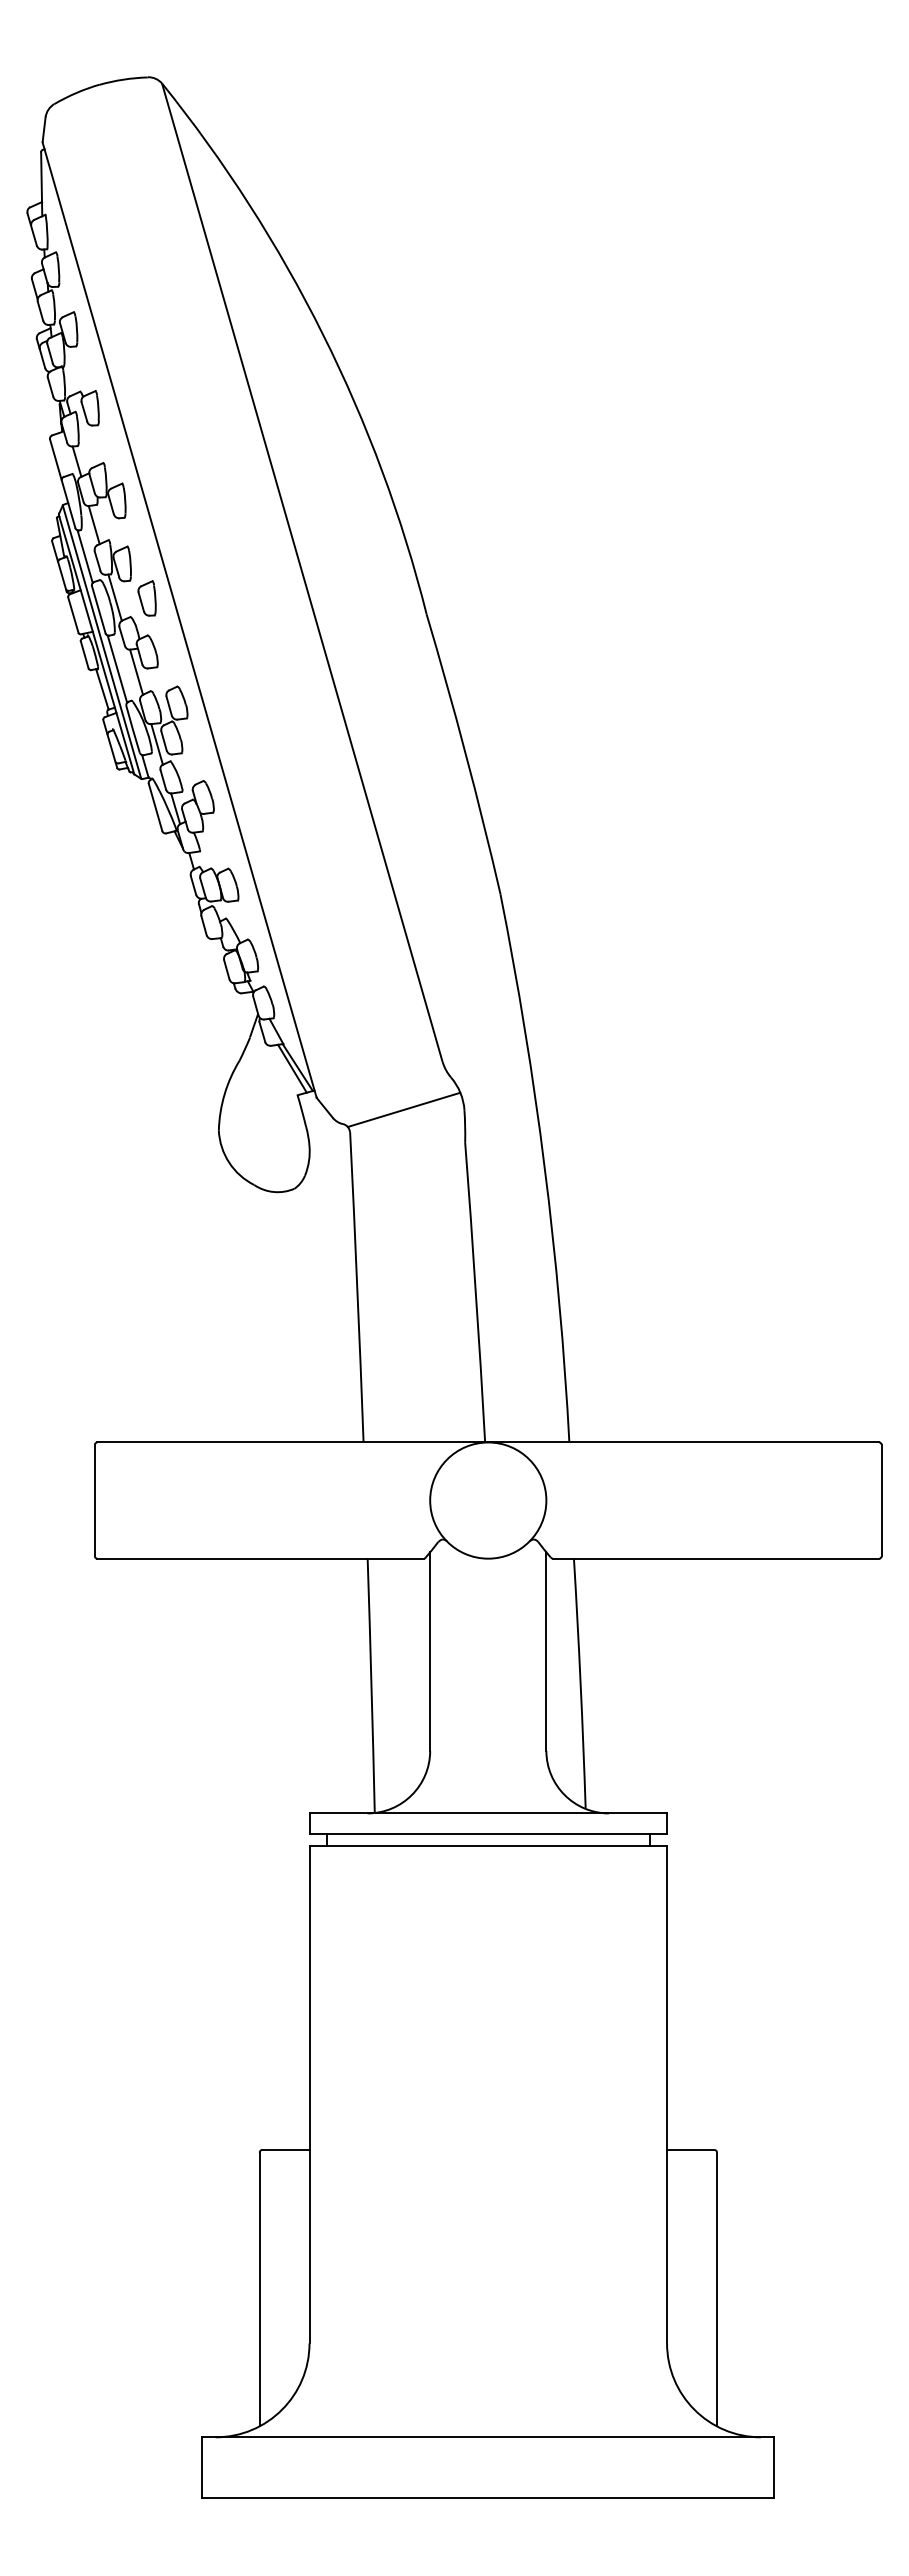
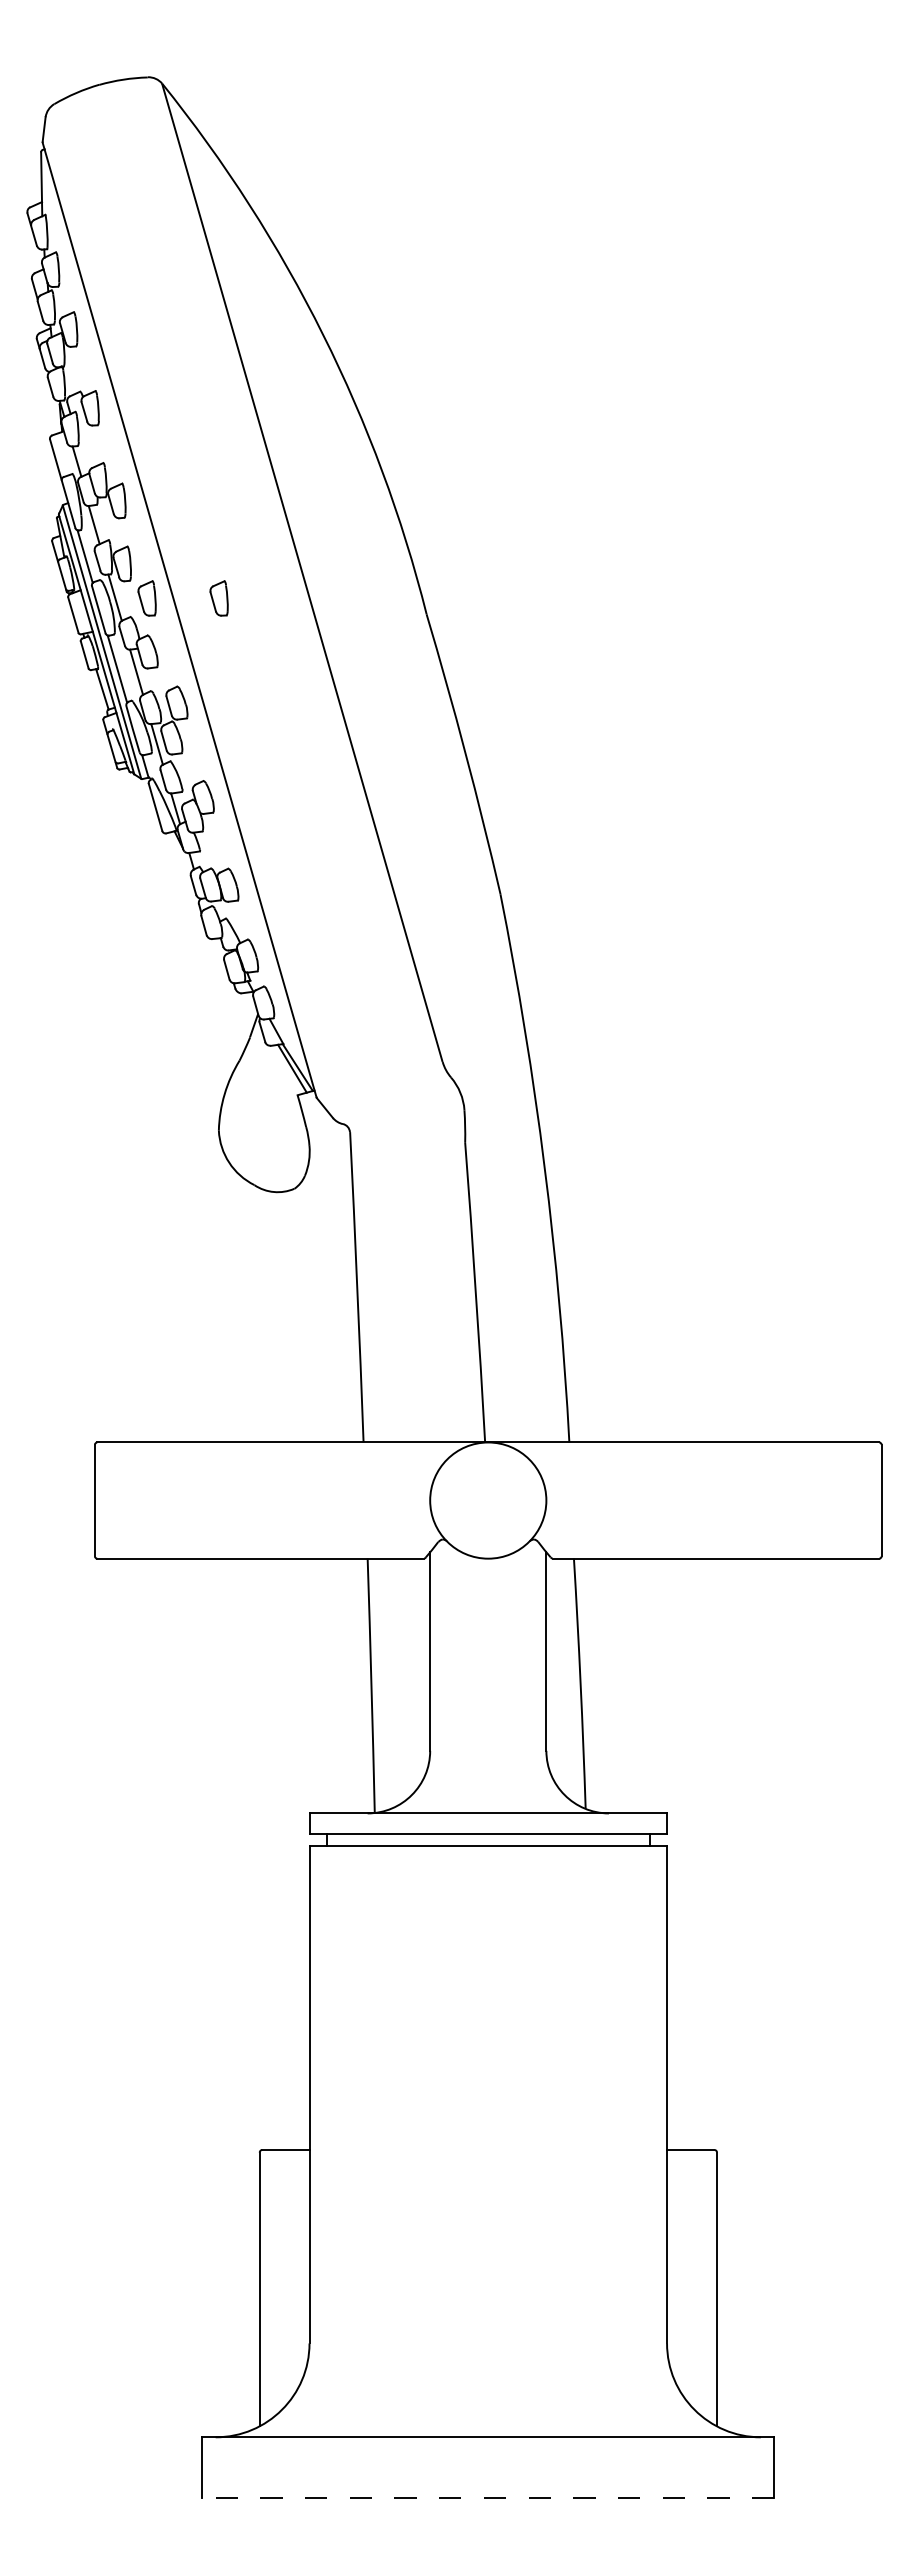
part at (218, 598): none -> present
line at (403, 1109): present -> none
line at (487, 2497): solid -> dashed
